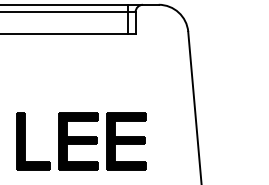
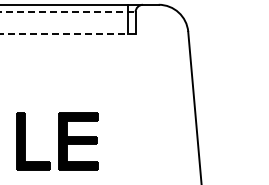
line at (67, 12): solid -> dashed
line at (67, 34): solid -> dashed
part at (126, 141): present -> none
